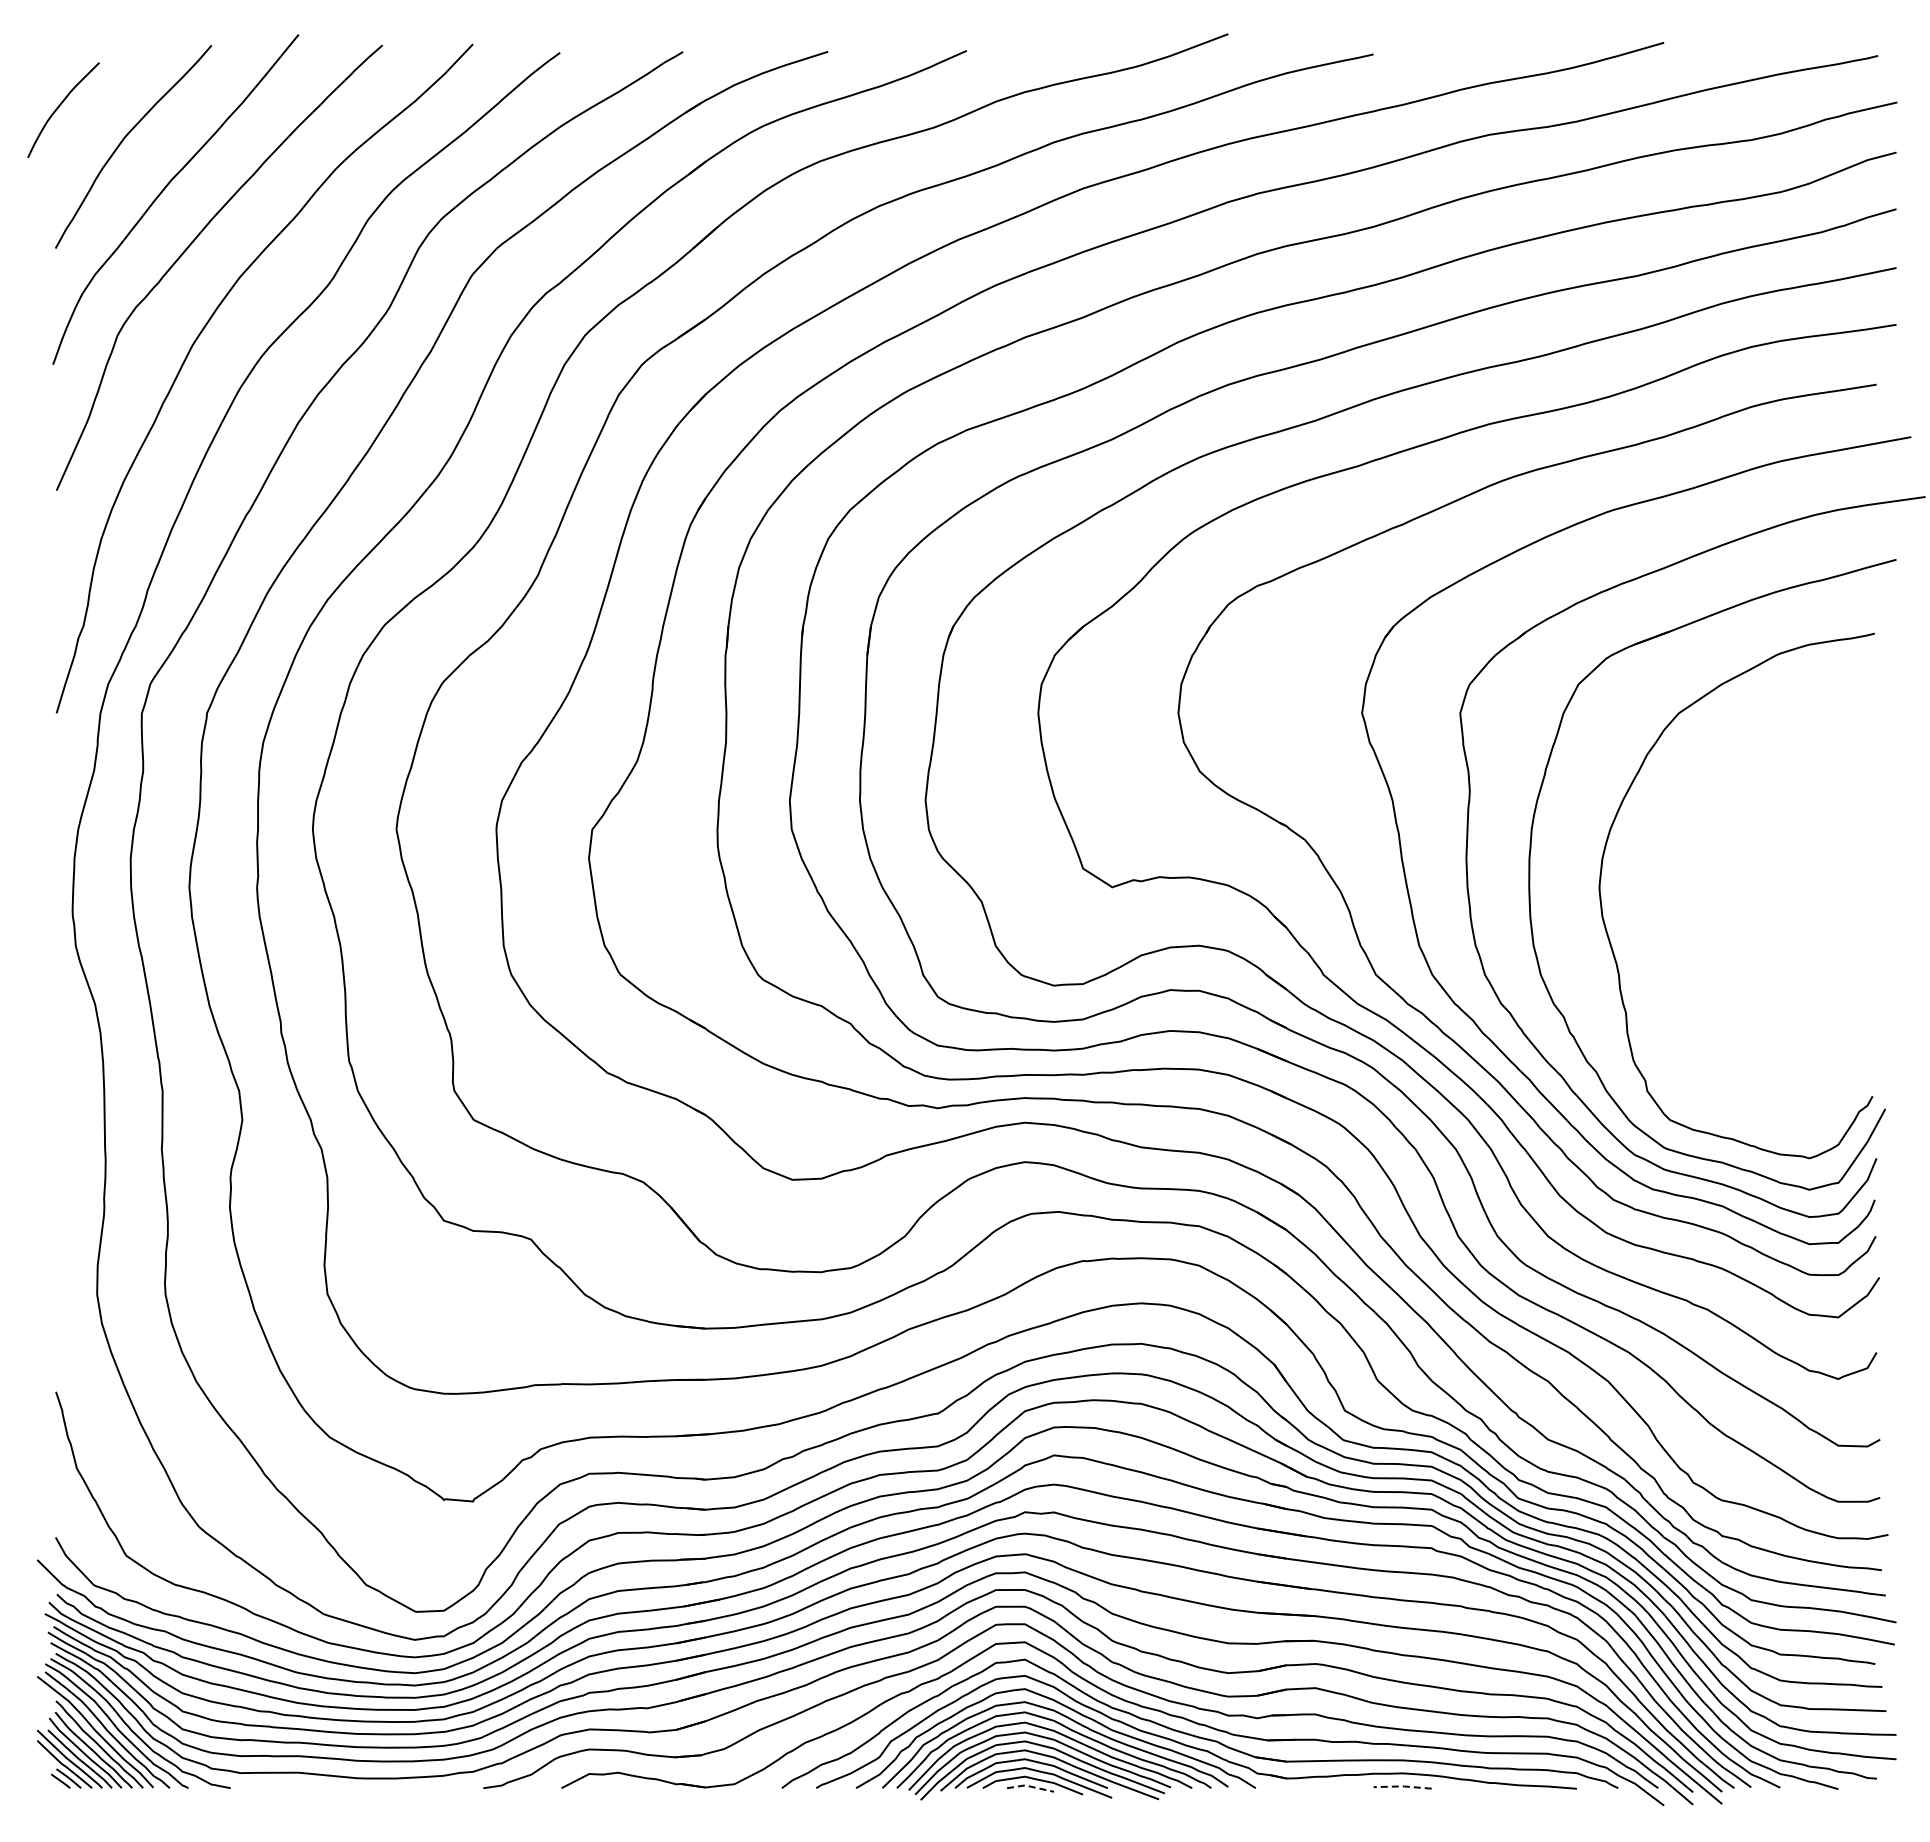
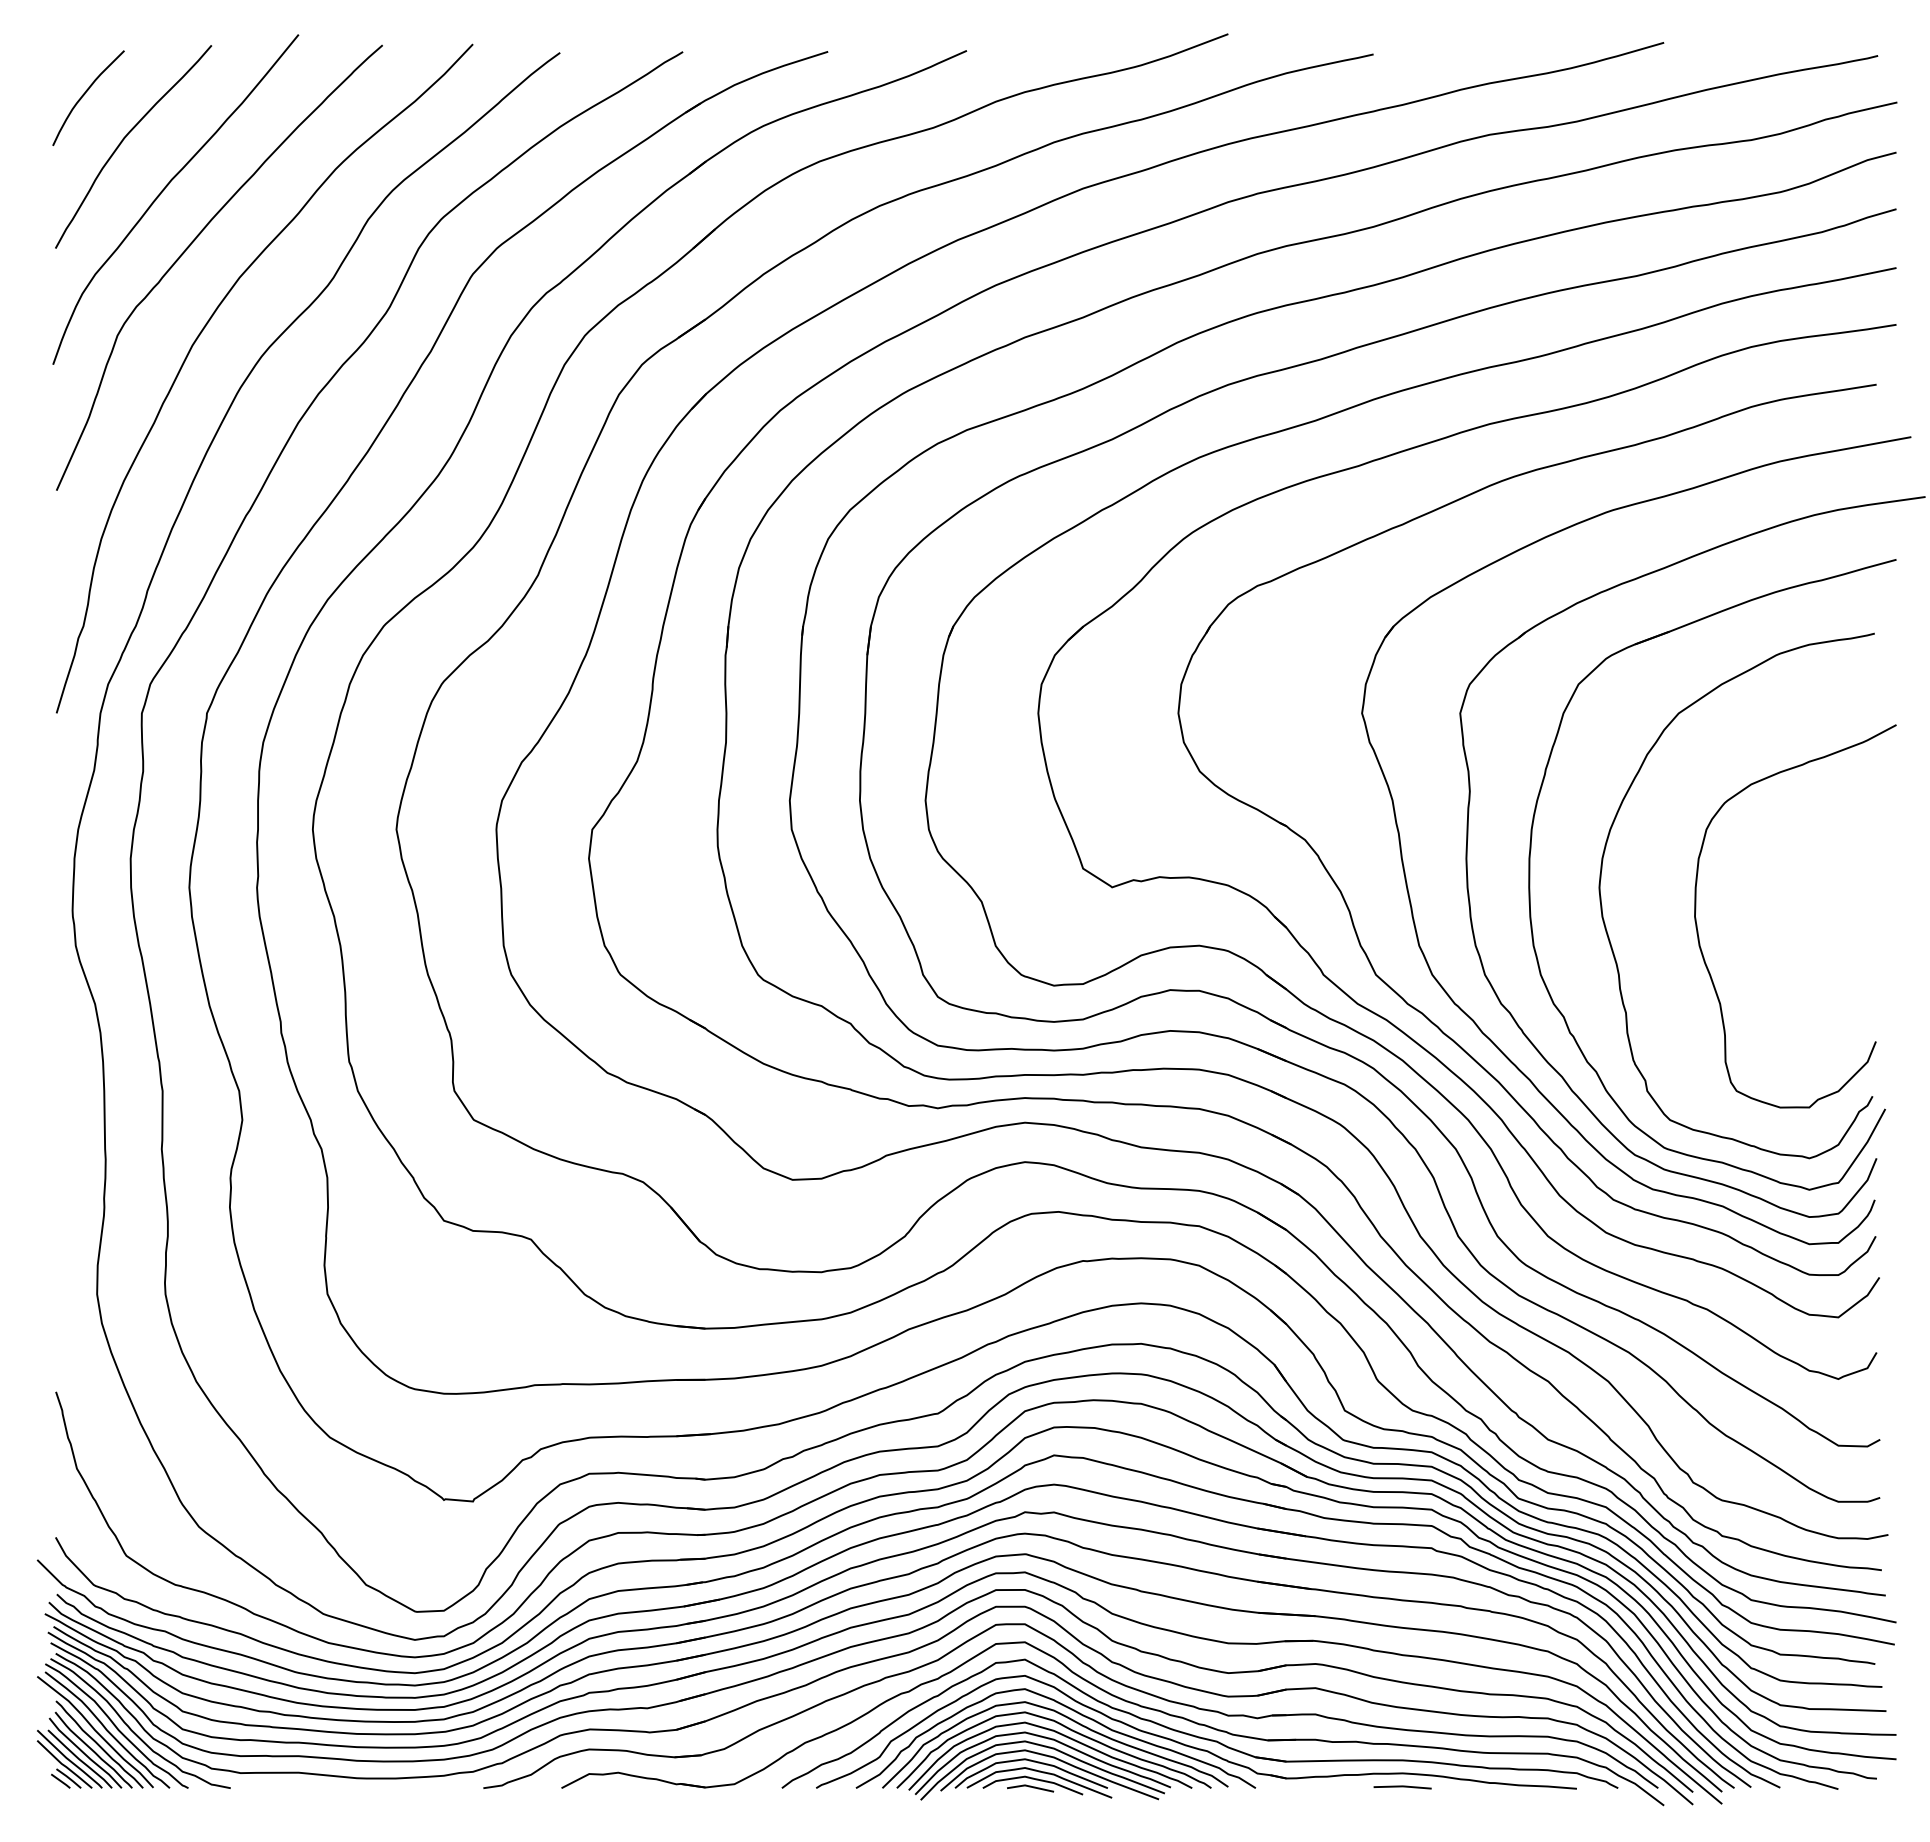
curve at (60, 106) position: (60, 106) -> (85, 94)
curve at (1698, 930): none -> present
line at (1029, 1786): dashed -> solid
line at (1402, 1786): dashed -> solid
